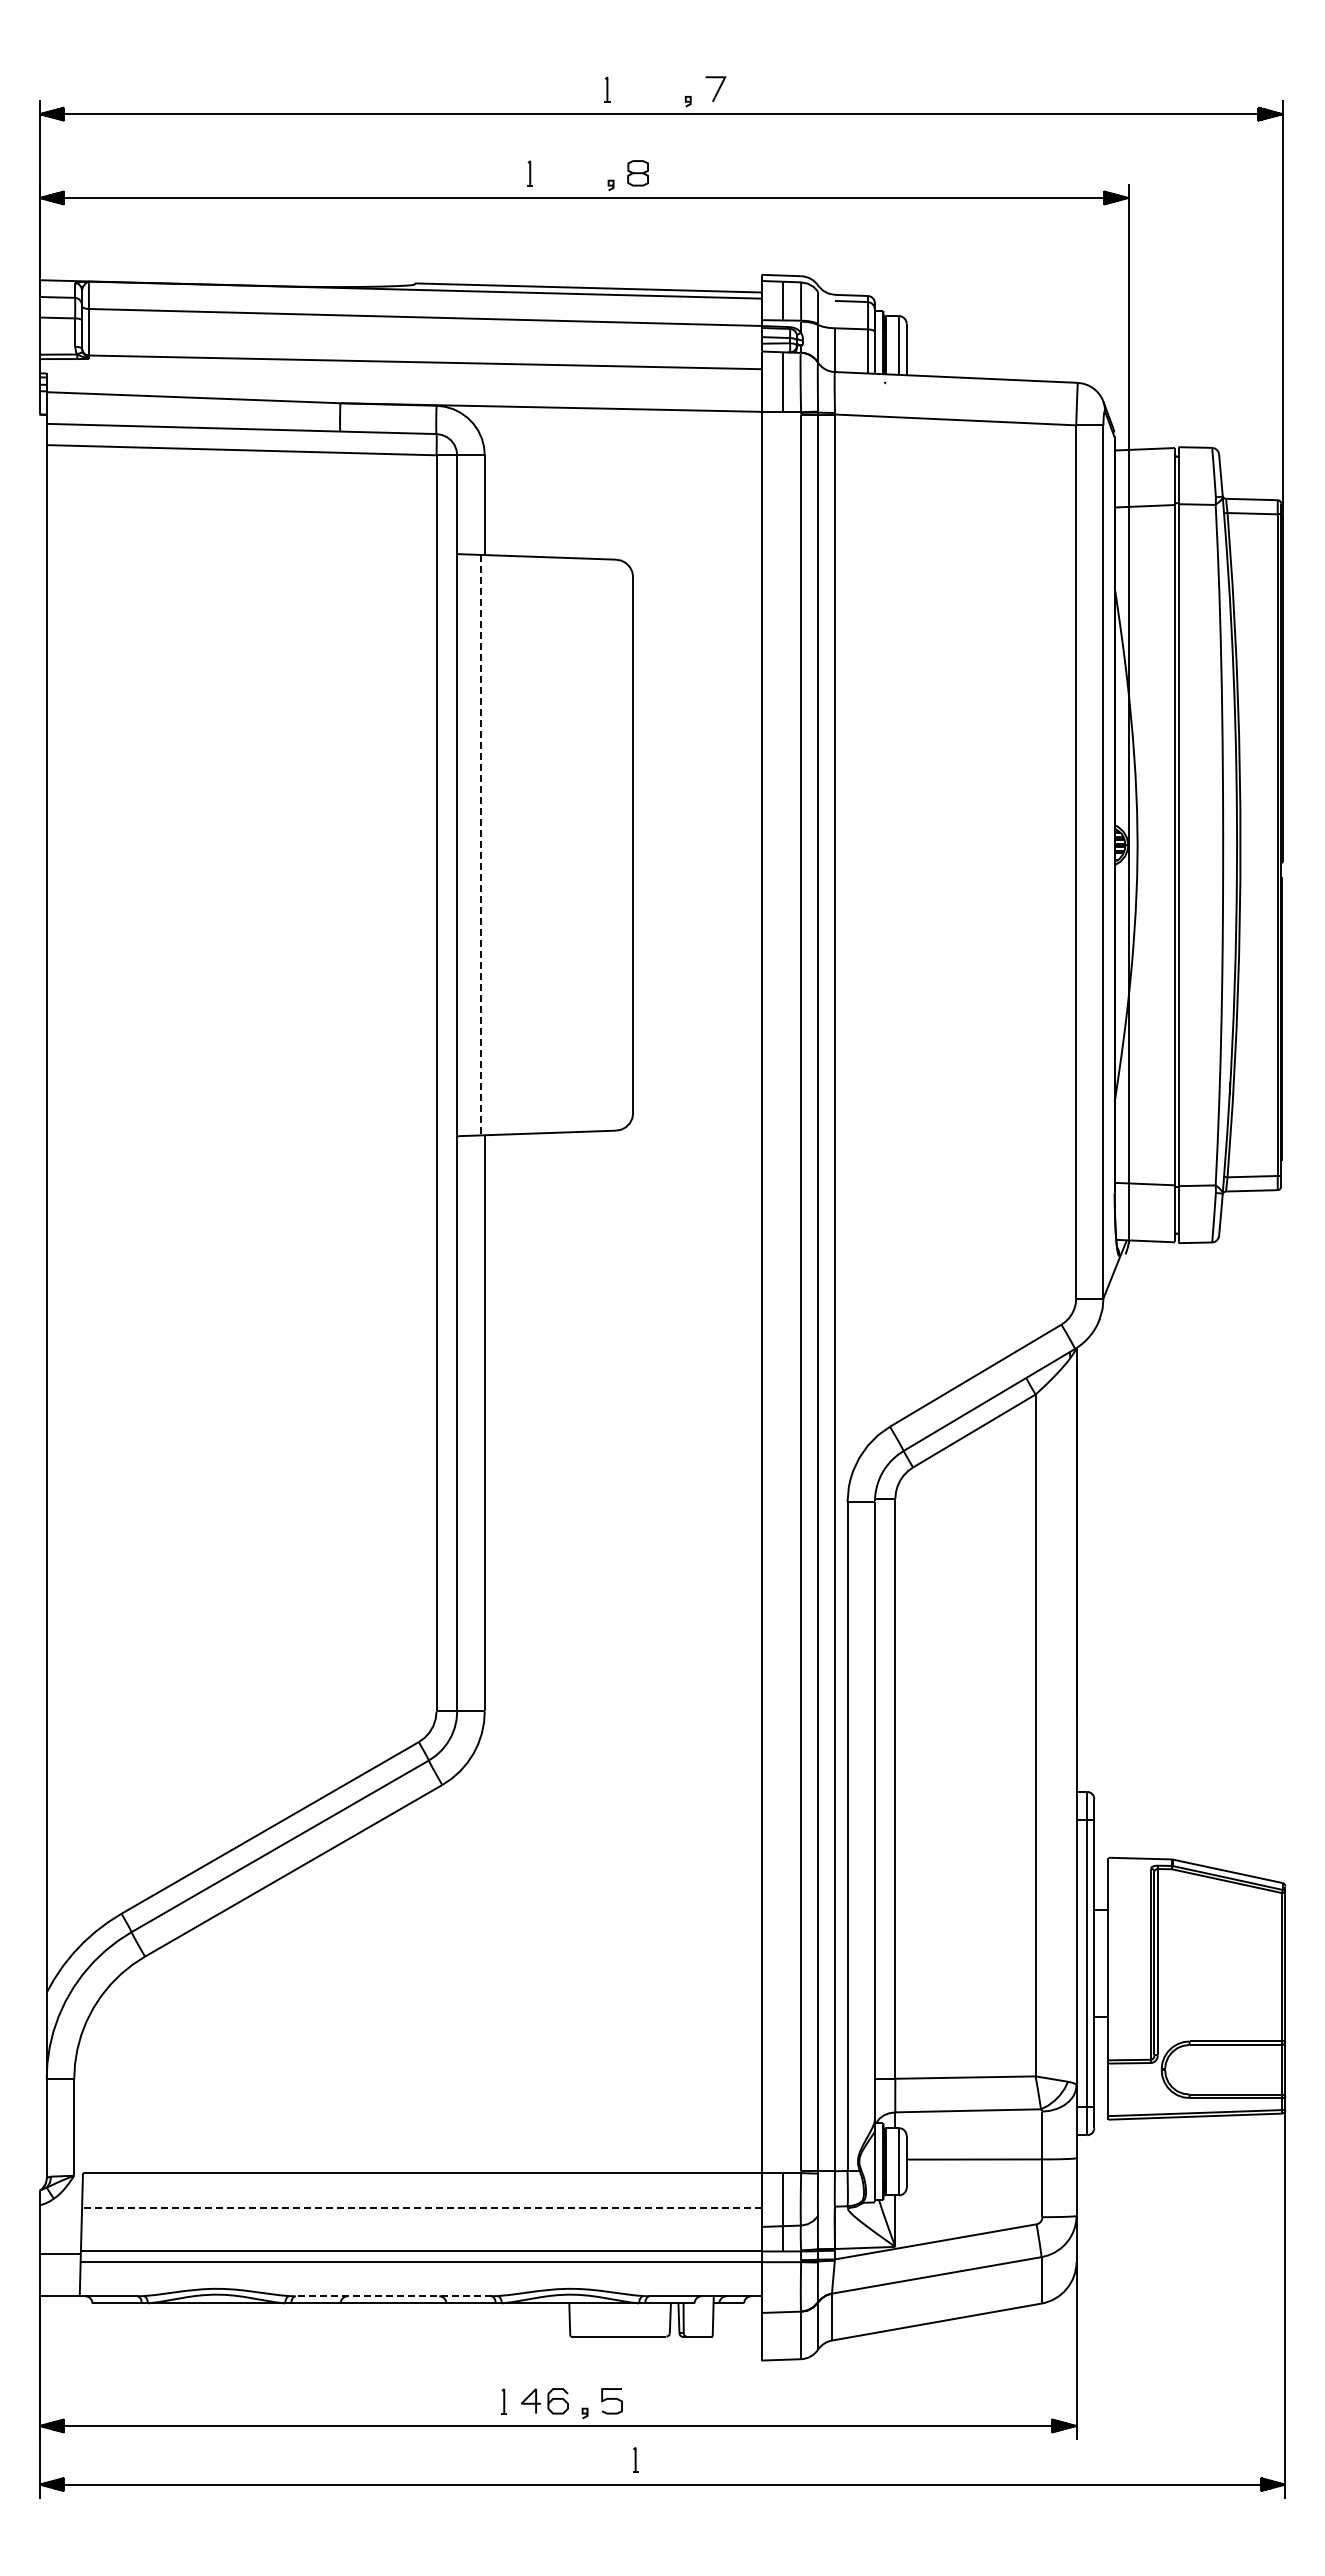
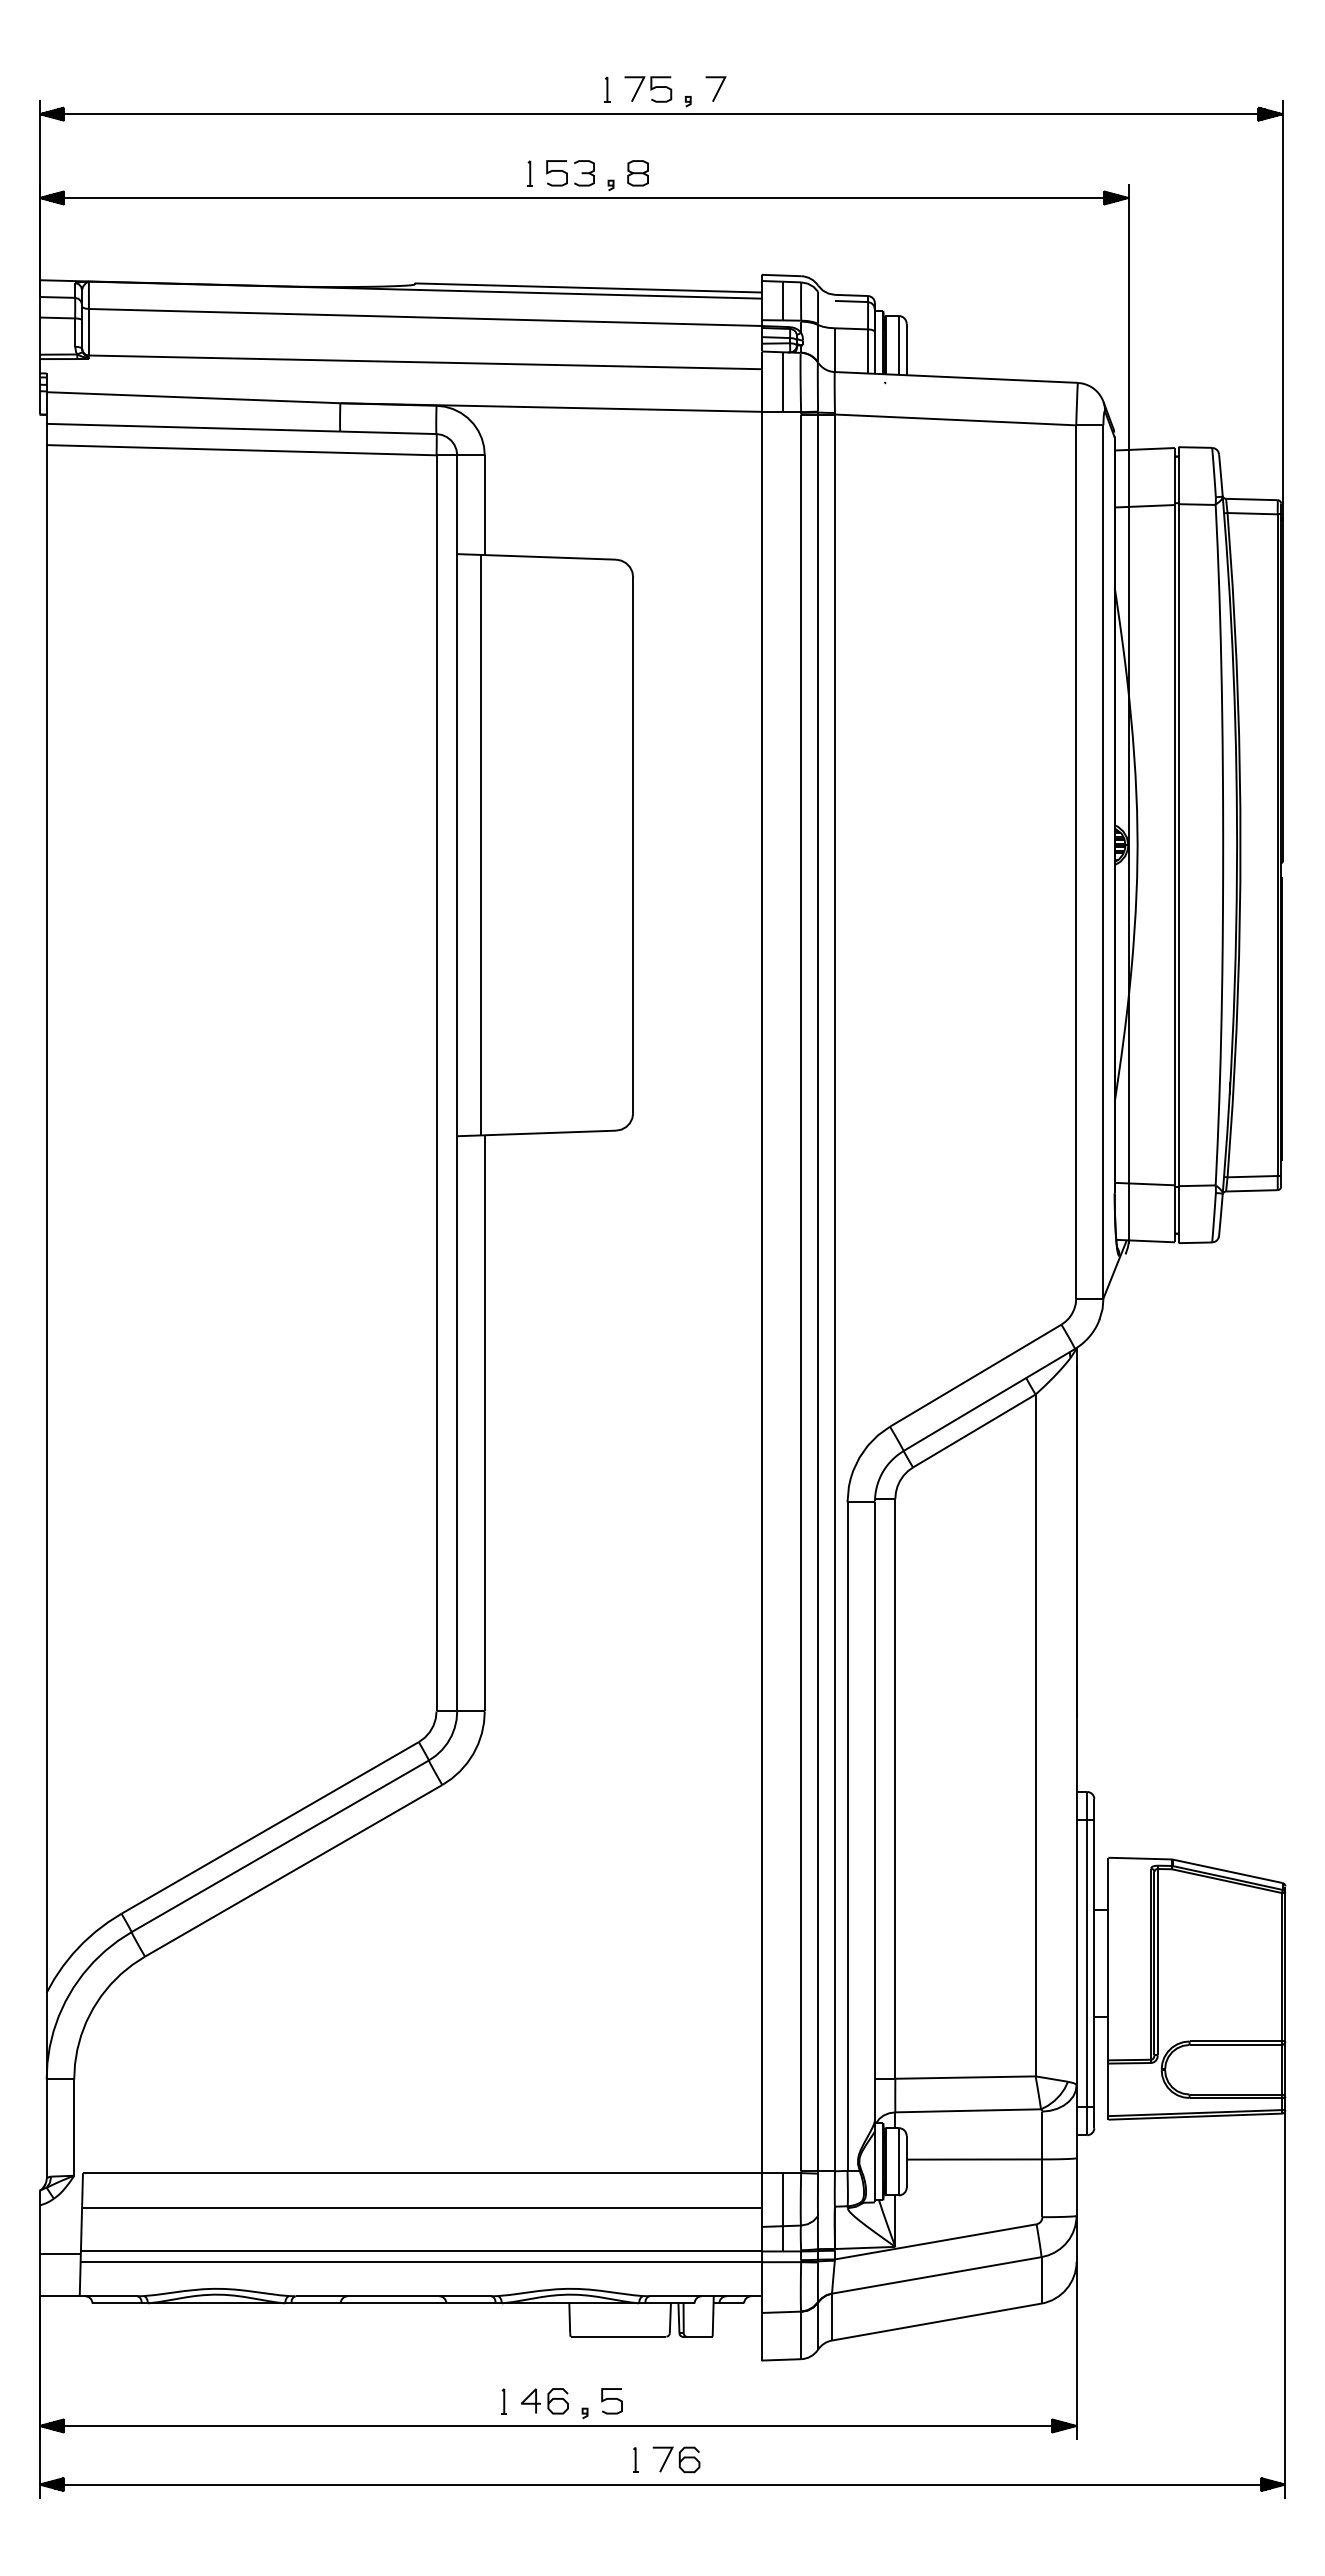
part at (648, 89): none -> present
part at (570, 173): none -> present
line at (481, 845): dashed -> solid
line at (421, 2208): dashed -> solid
line at (393, 2296): dashed -> solid
part at (676, 2459): none -> present
